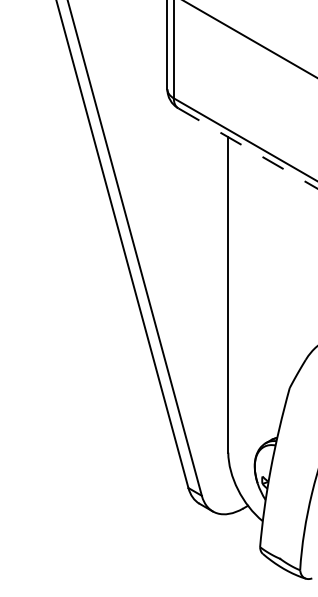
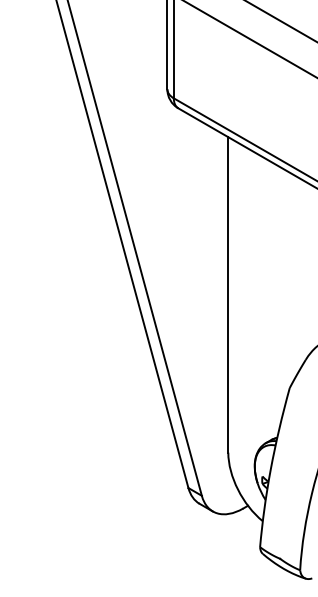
line at (281, 21): none -> present
line at (248, 148): dashed -> solid
